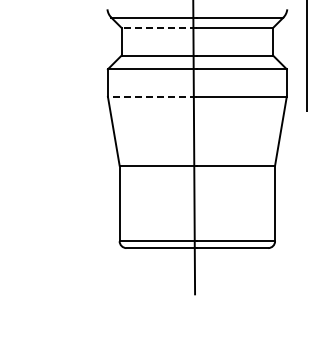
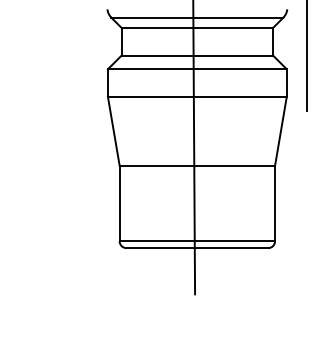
line at (159, 28): dashed -> solid
line at (152, 96): dashed -> solid
